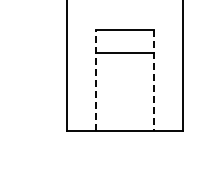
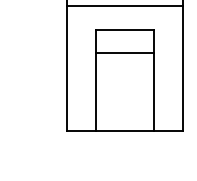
line at (124, 6): none -> present
line at (95, 80): dashed -> solid
line at (153, 80): dashed -> solid
